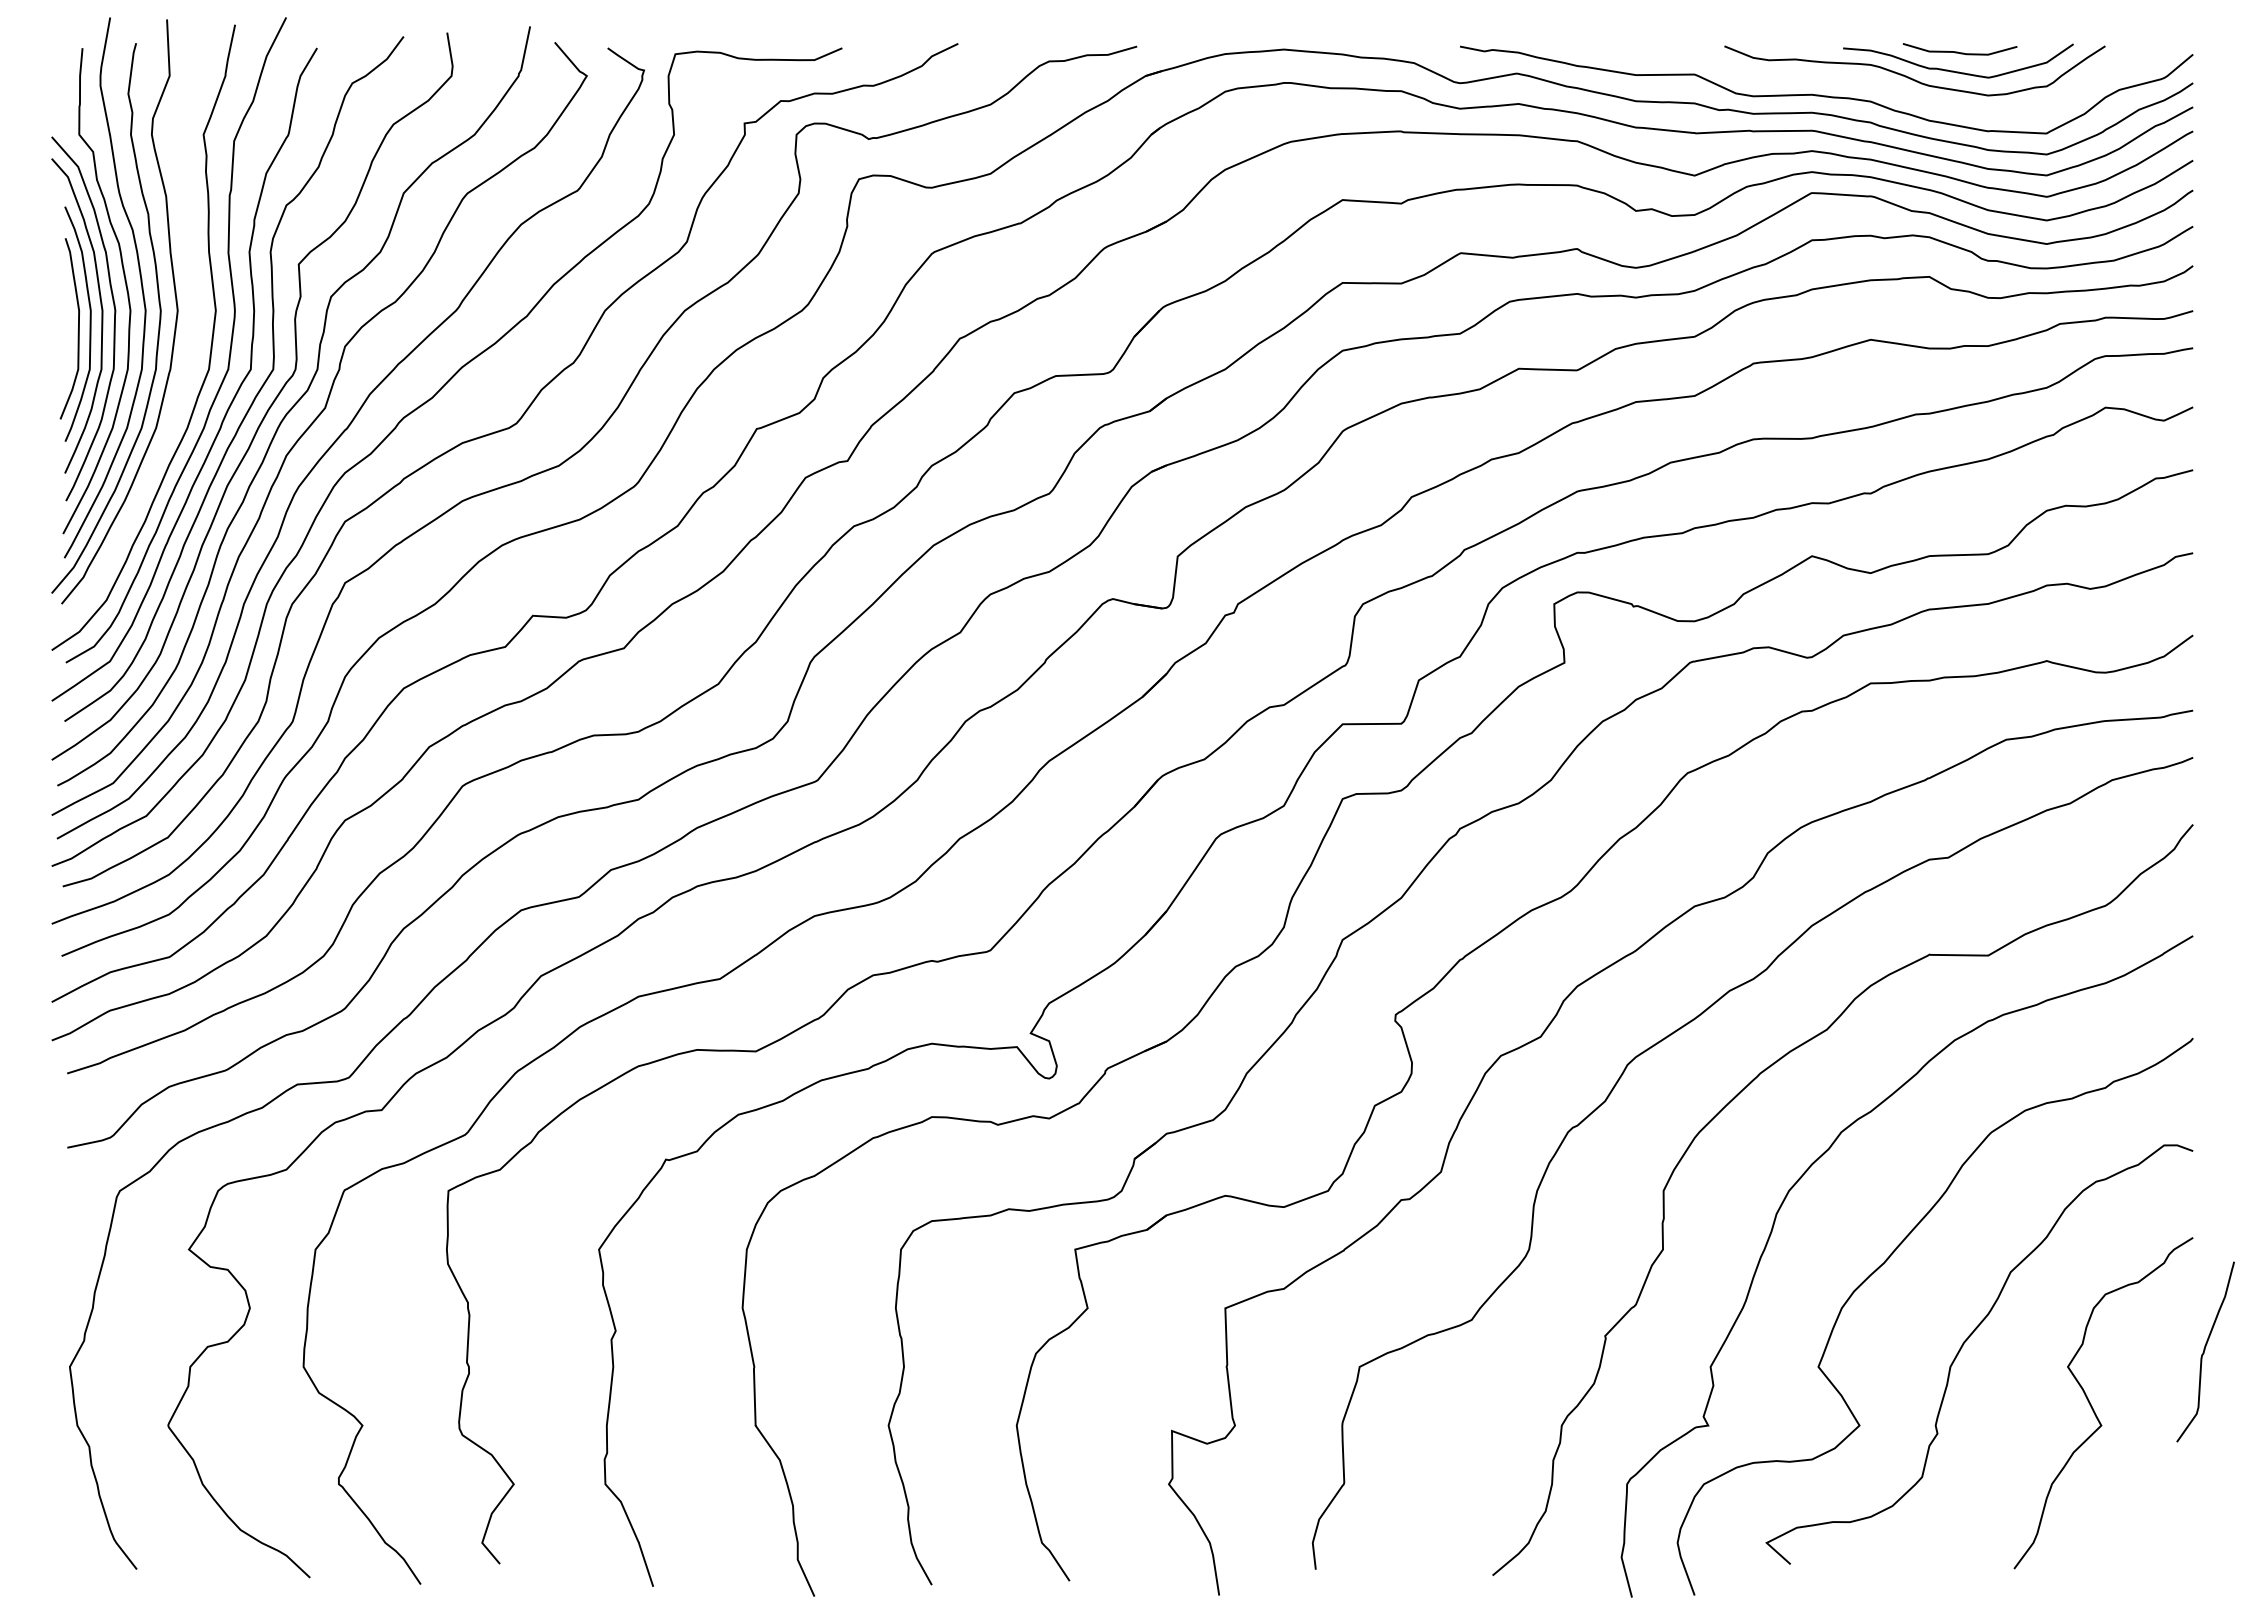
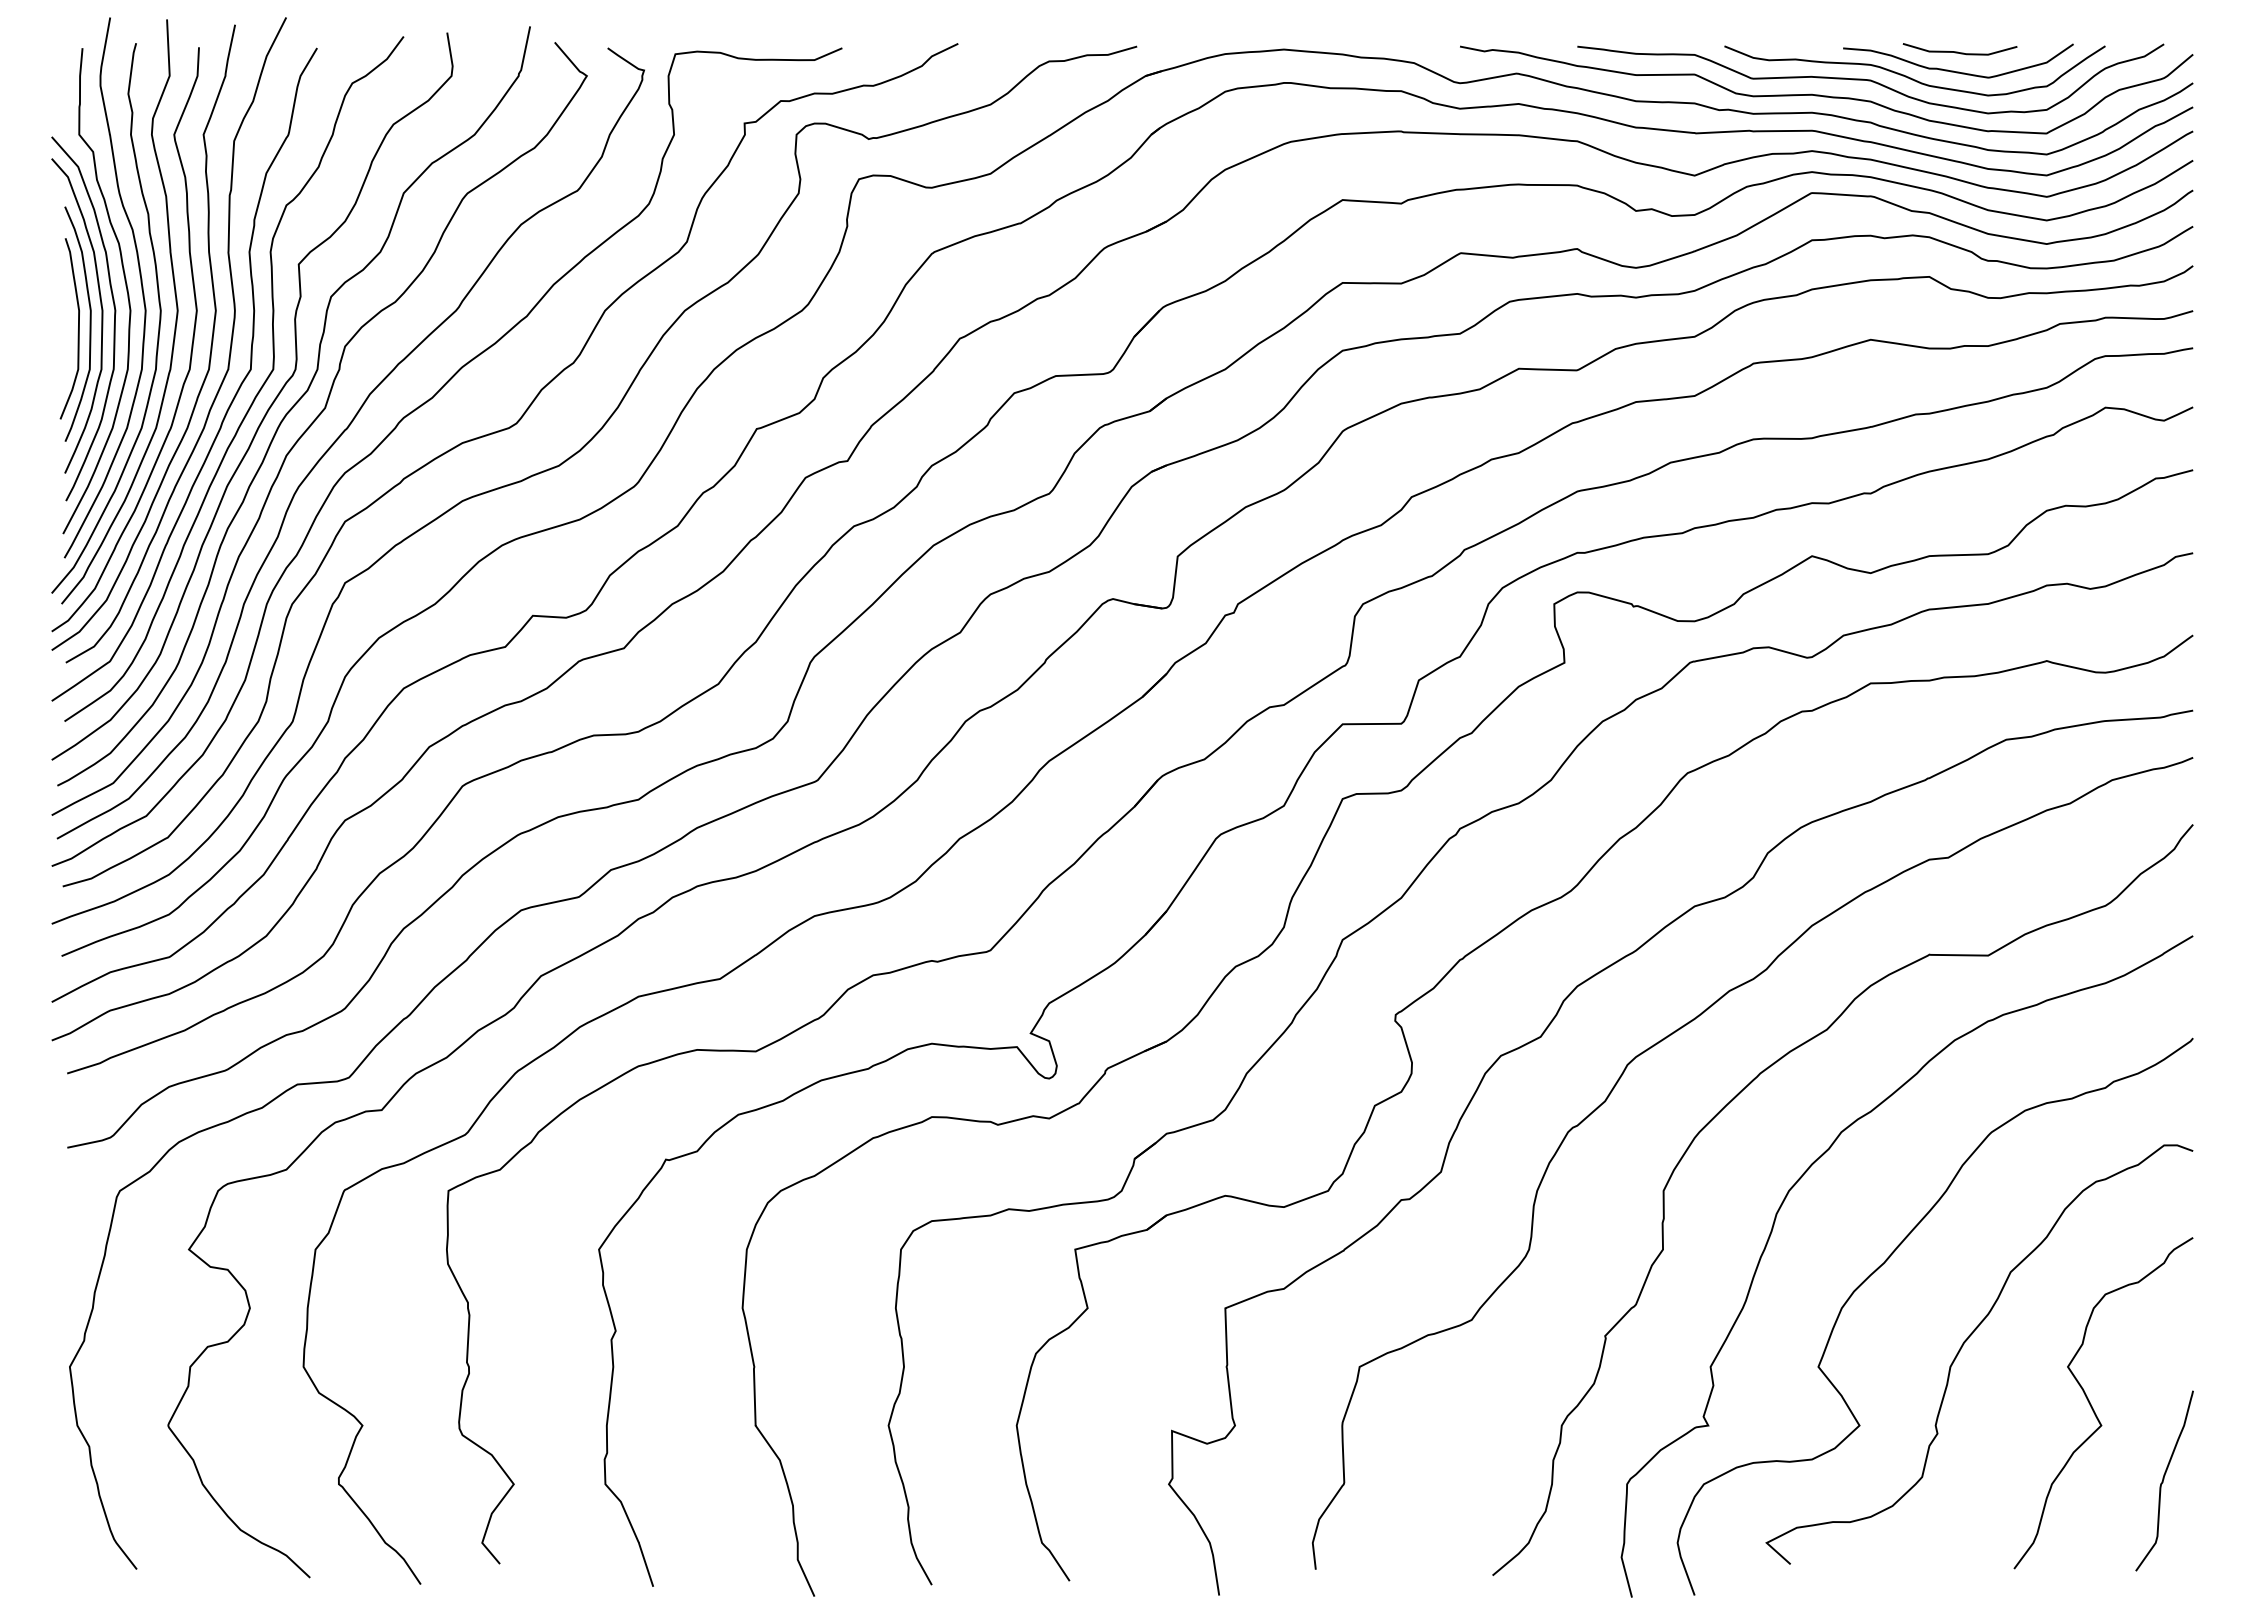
curve at (1870, 79): none -> present
curve at (191, 343): none -> present
curve at (2205, 1350) position: (2205, 1350) -> (2164, 1479)
